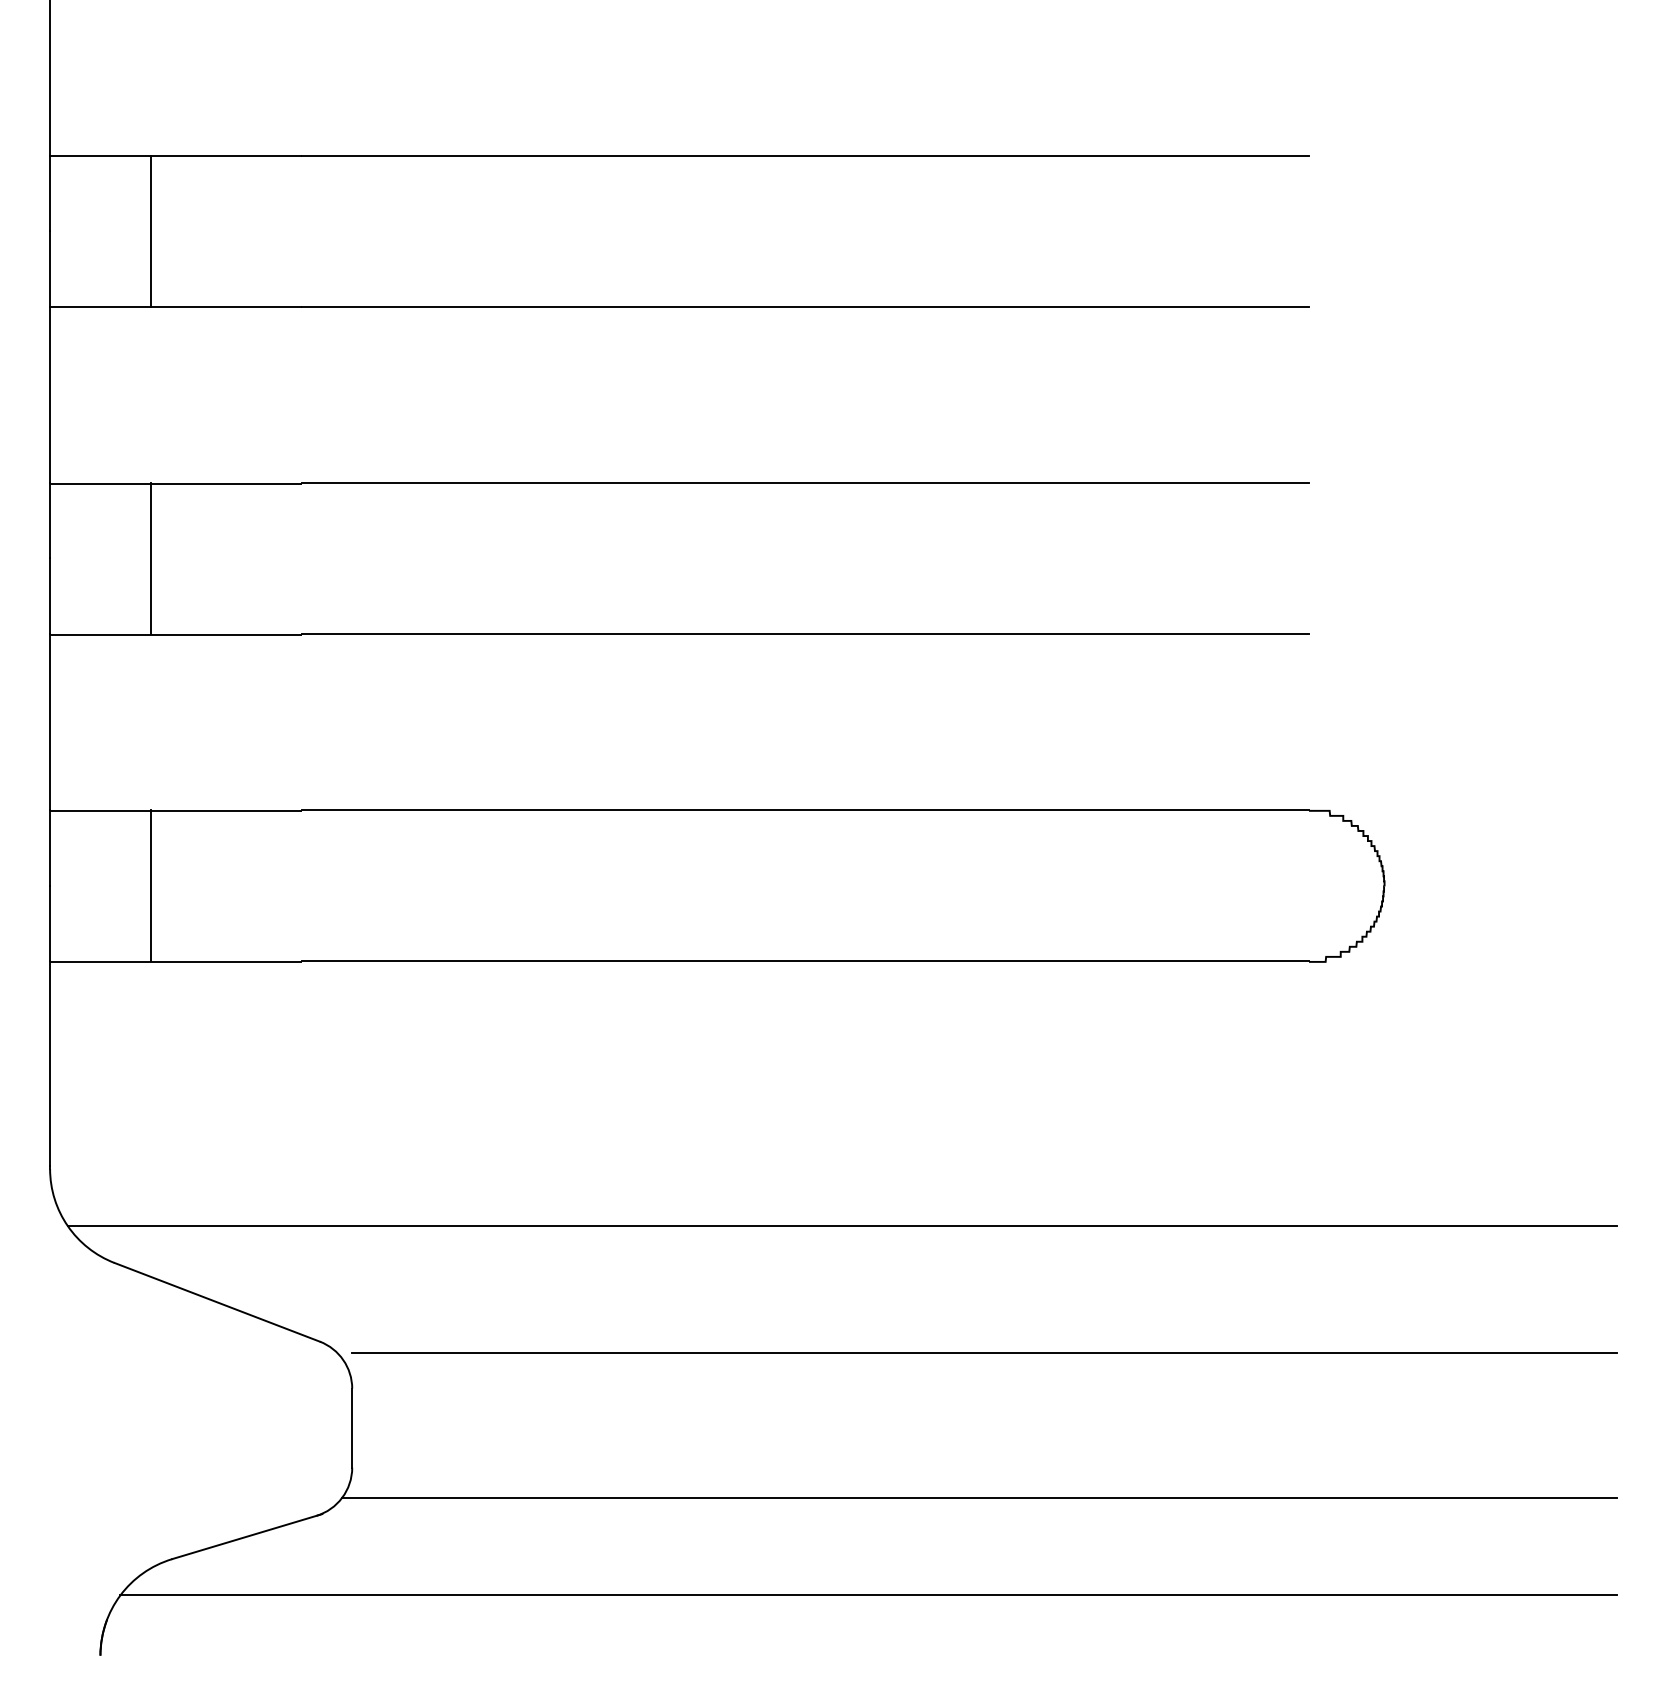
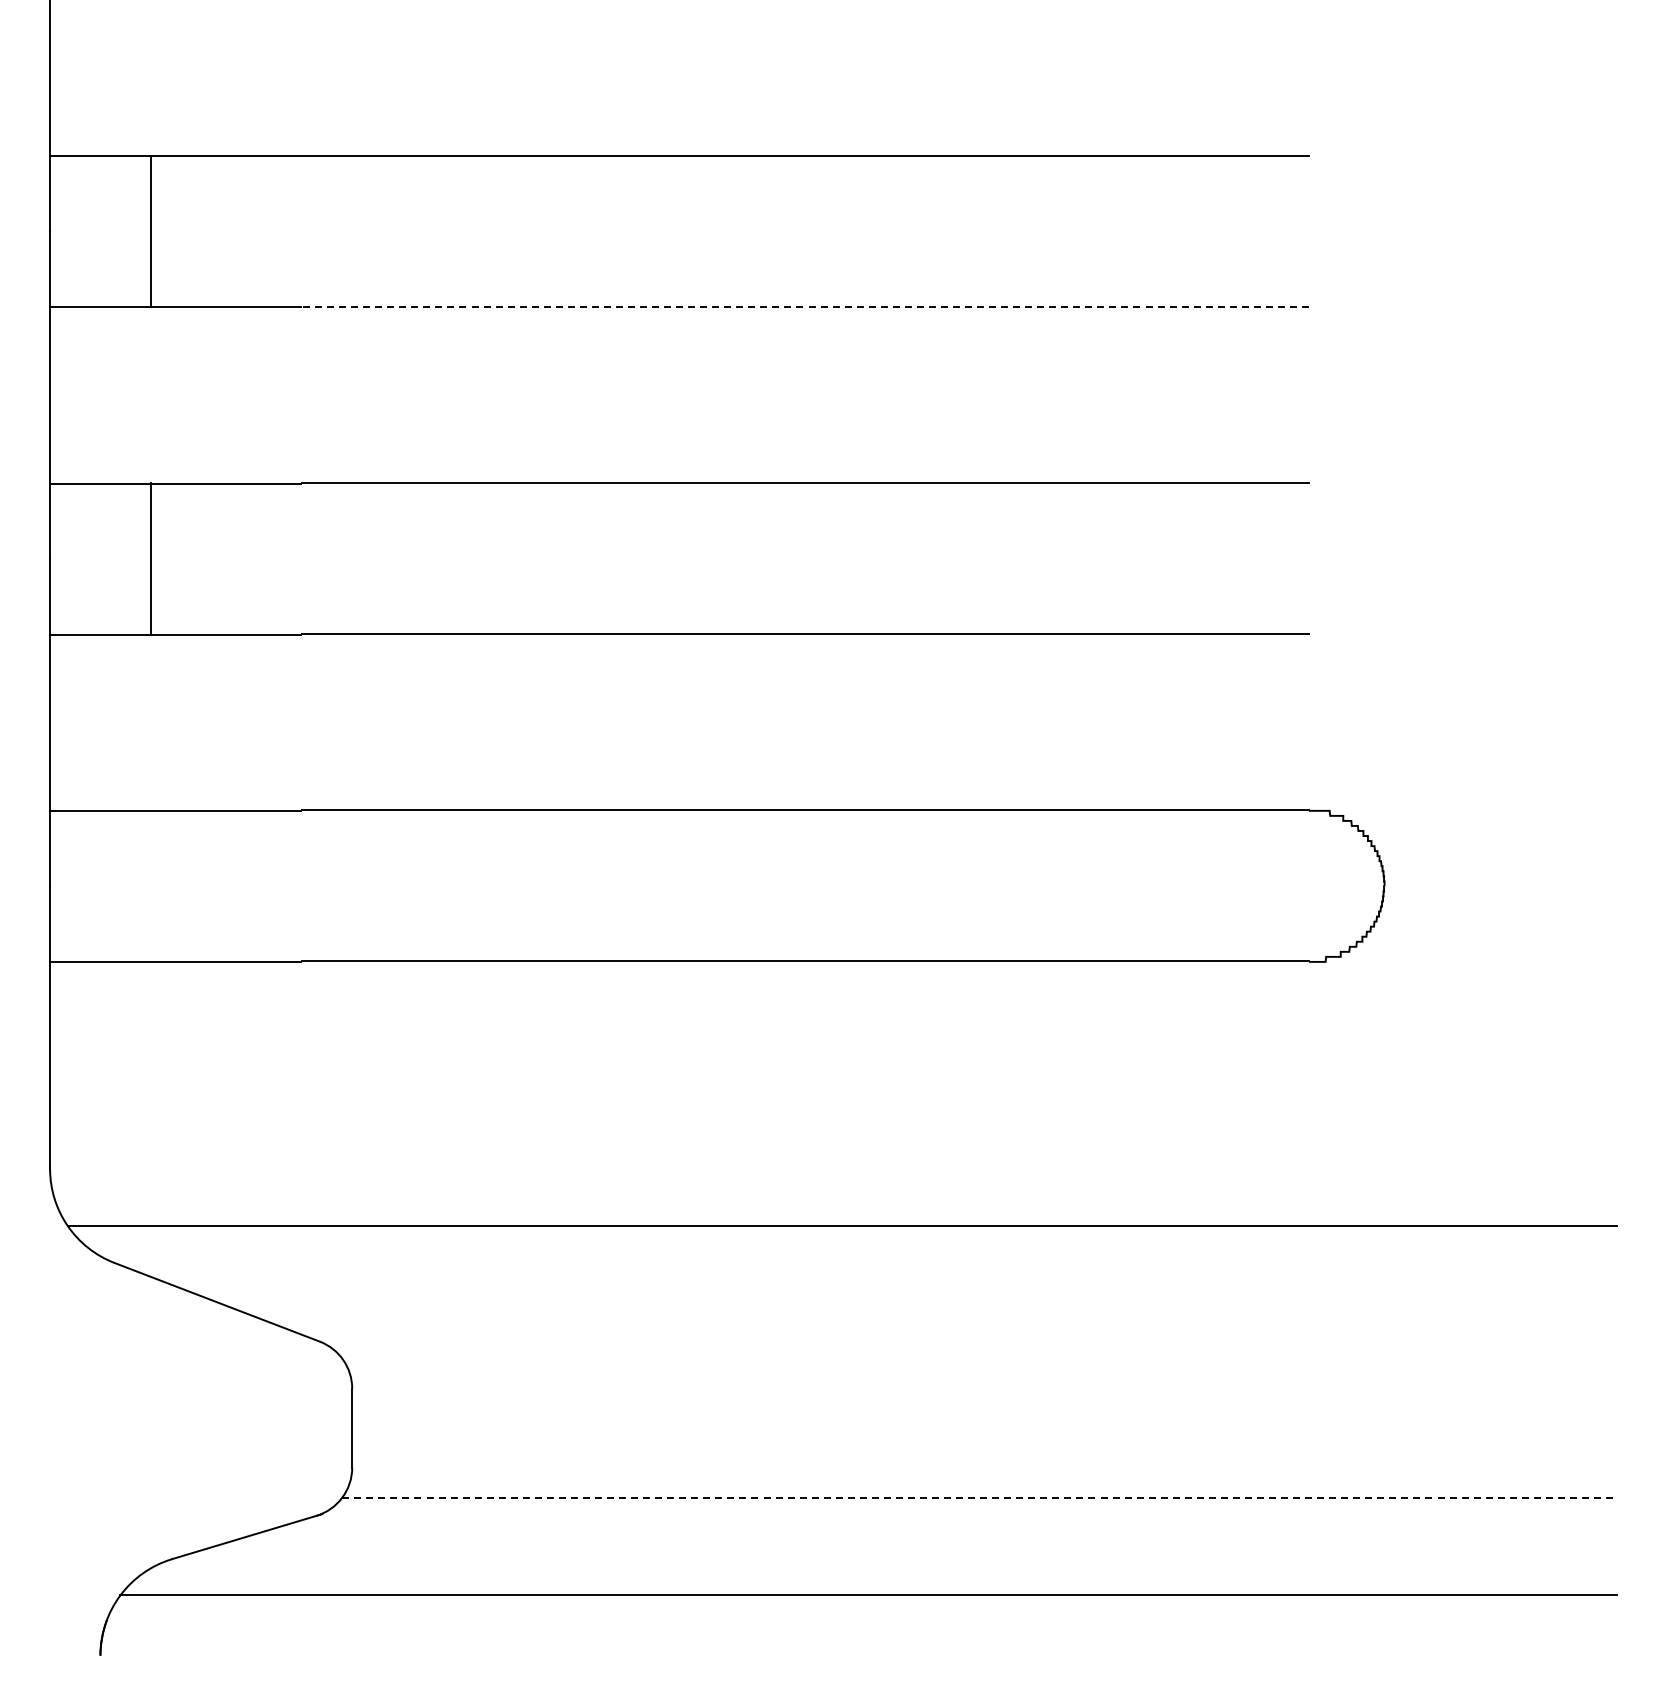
line at (805, 306): solid -> dashed
line at (150, 885): present -> none
line at (984, 1353): present -> none
line at (980, 1497): solid -> dashed
